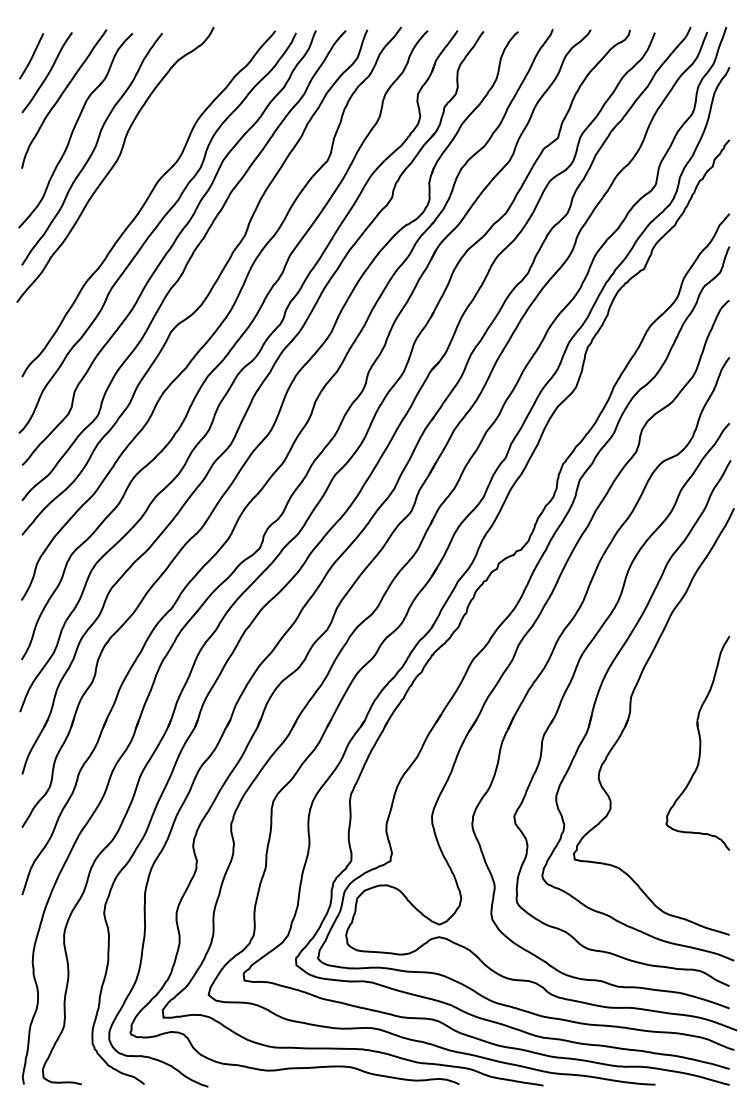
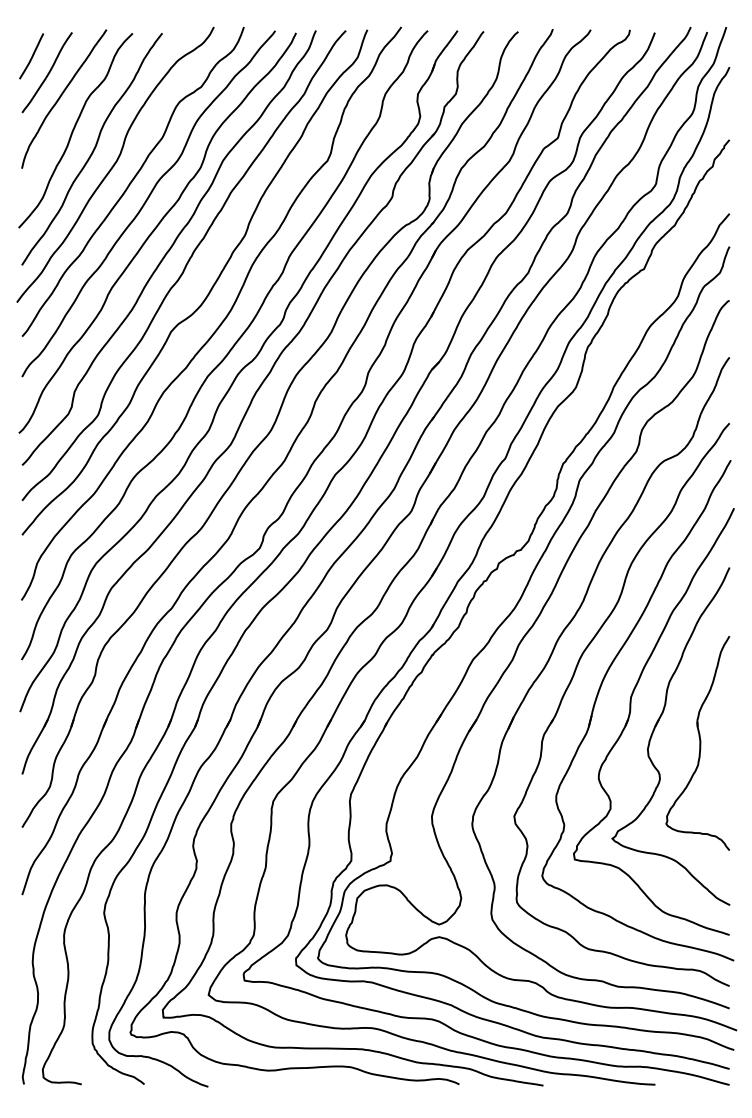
curve at (132, 181): none -> present
part at (654, 731): none -> present
